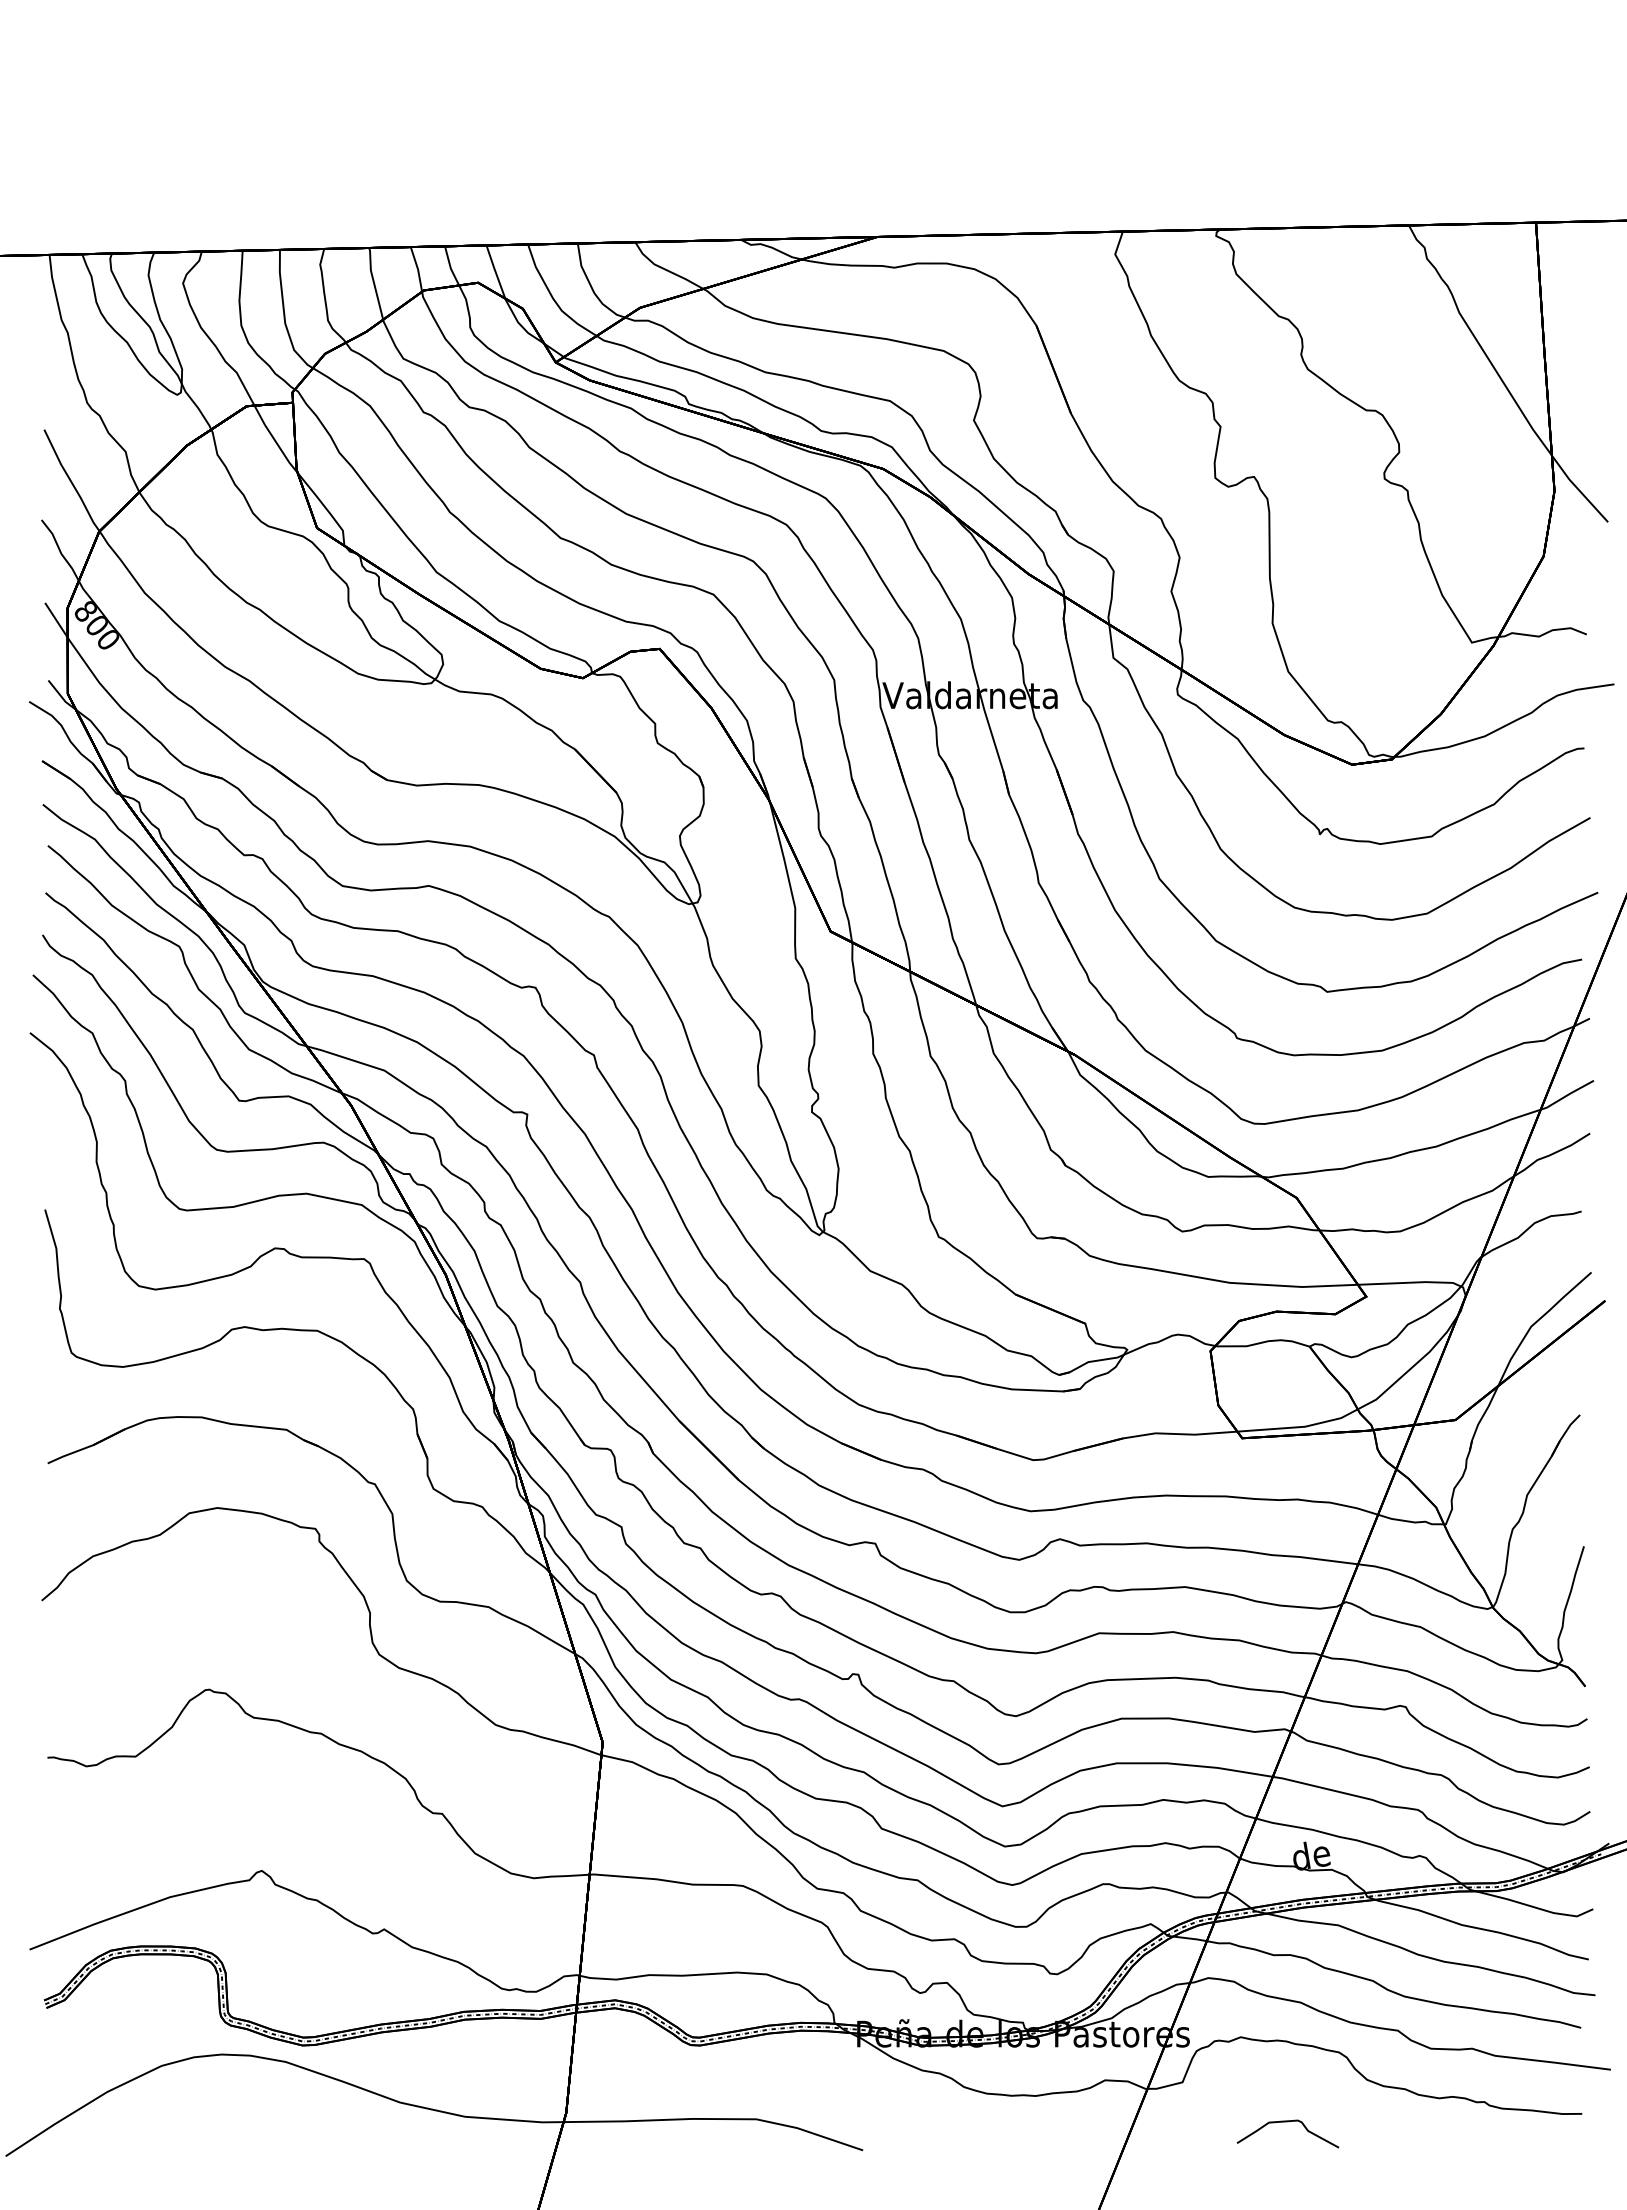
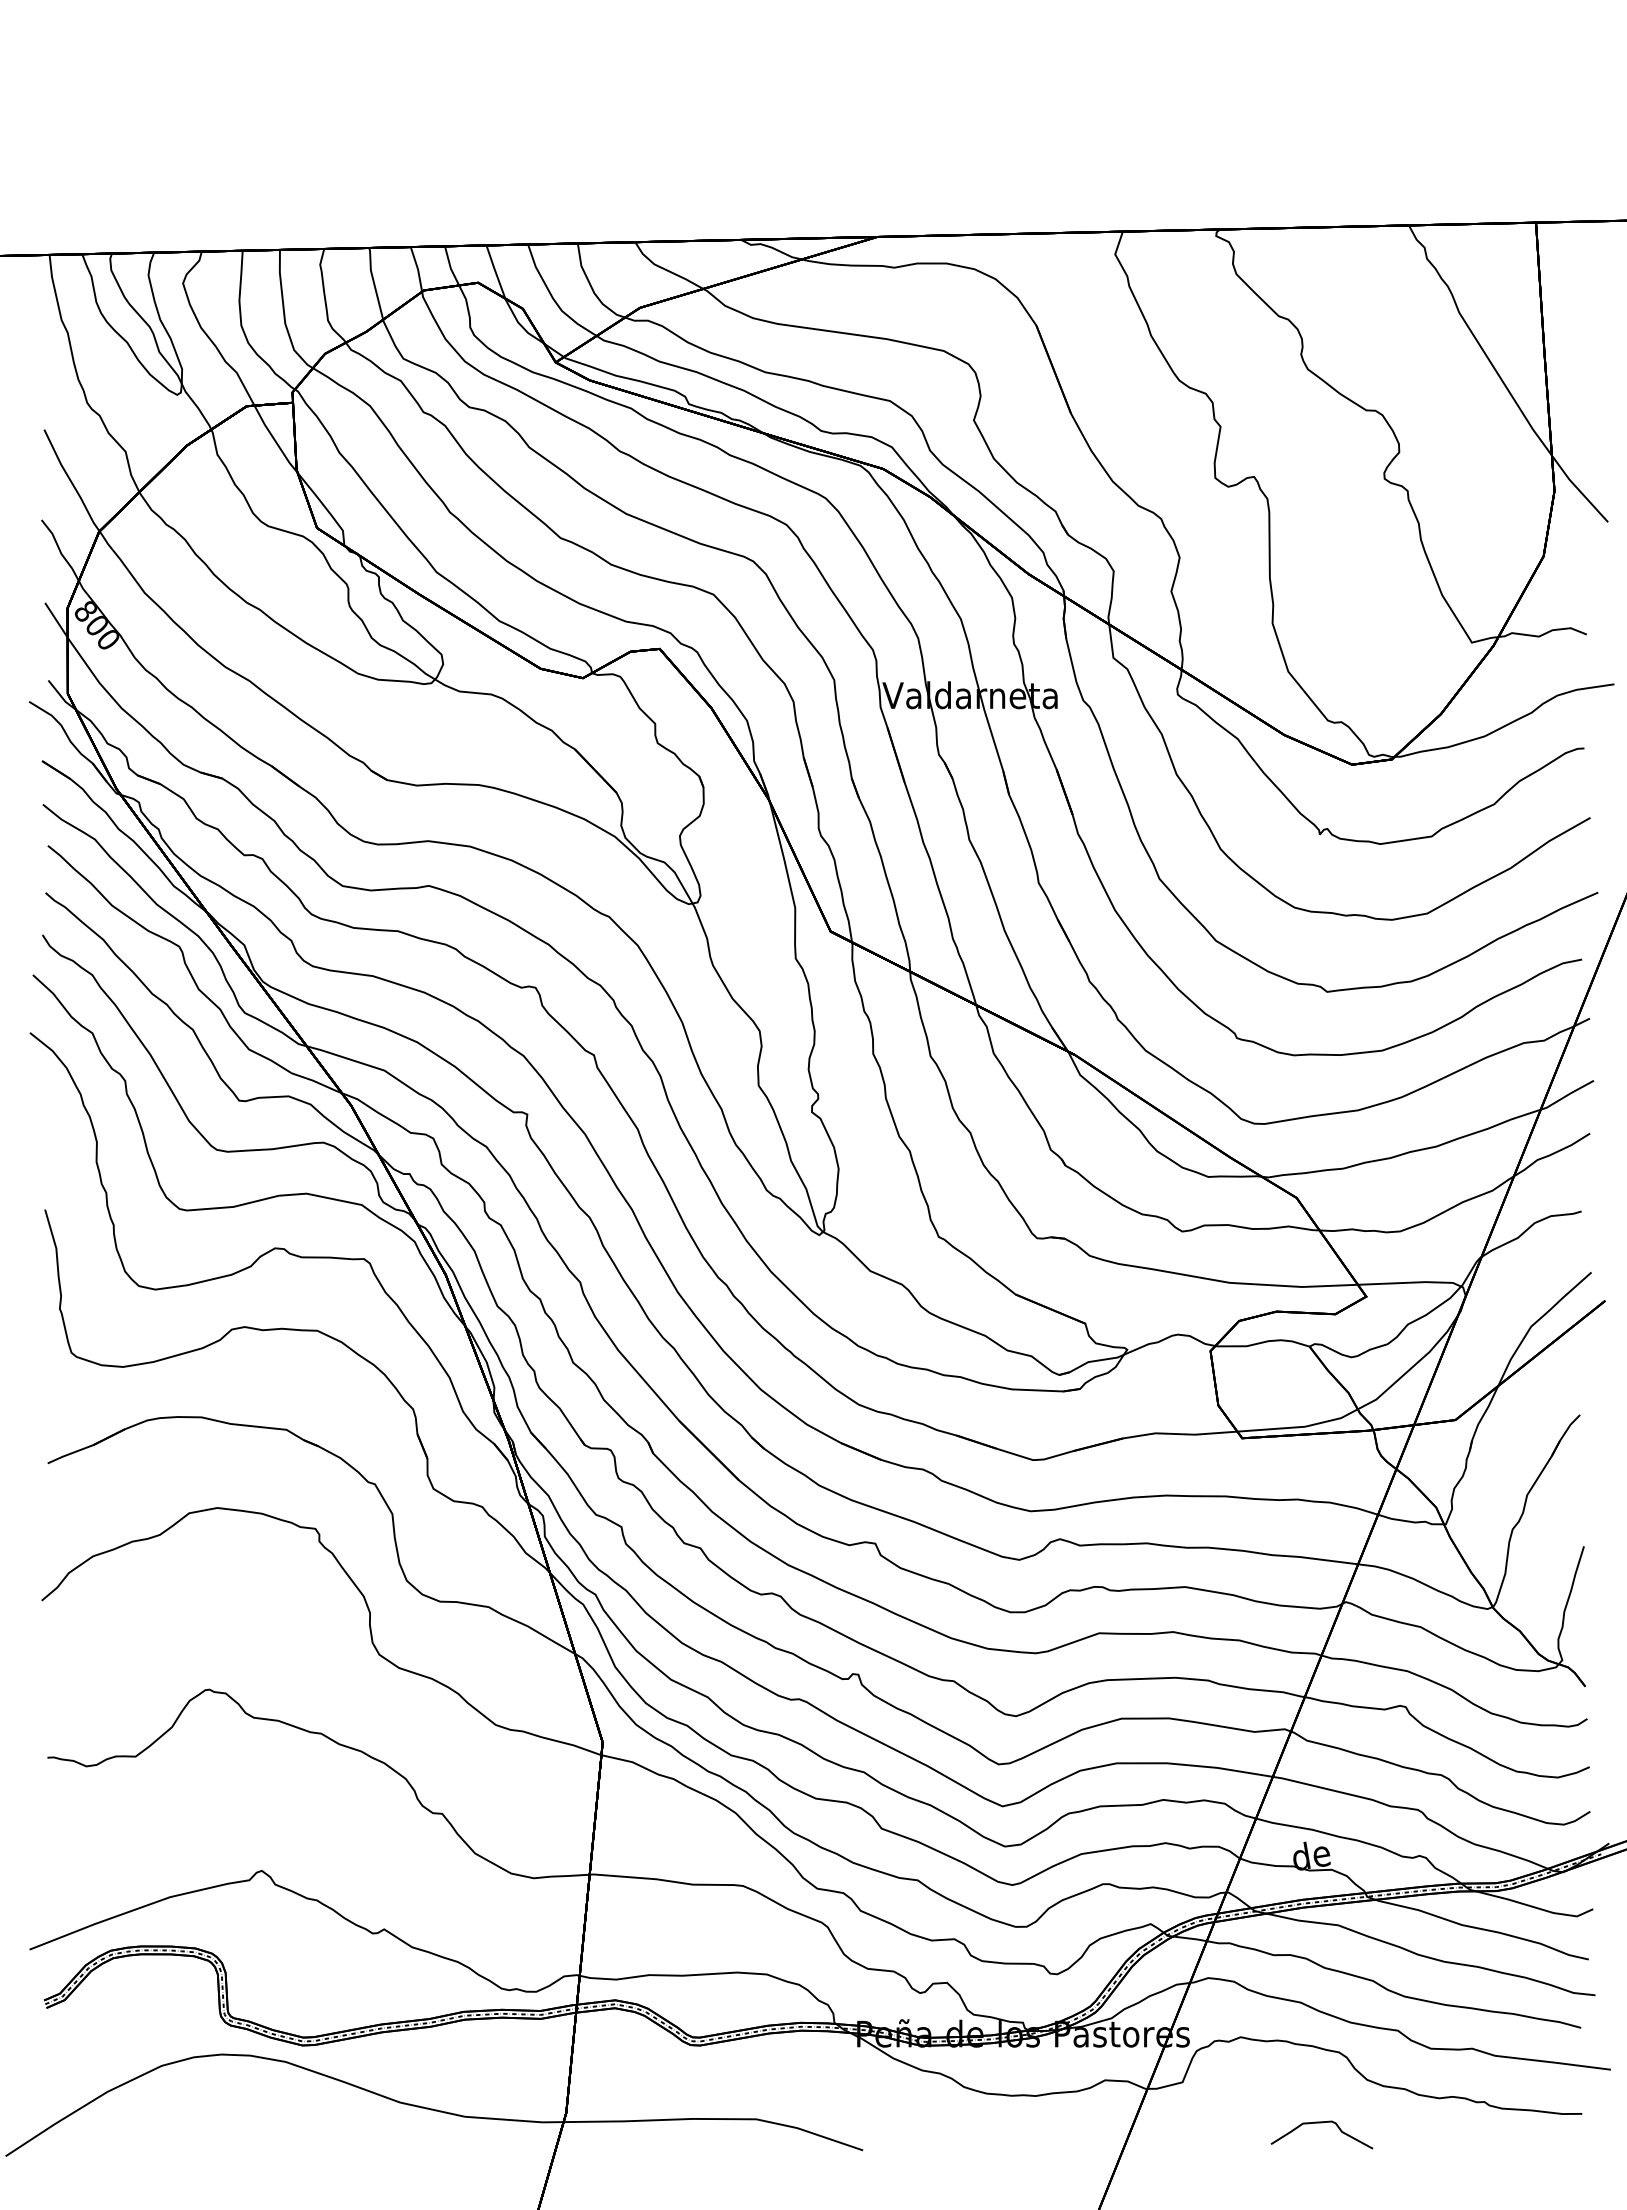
curve at (1287, 2122) position: (1287, 2122) -> (1321, 2123)
